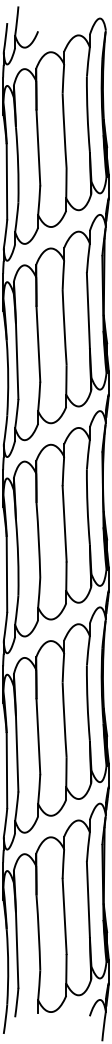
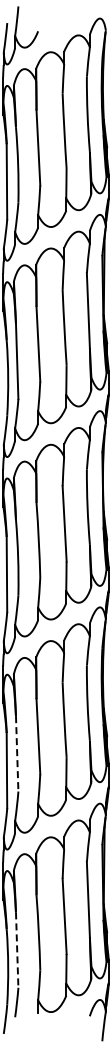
line at (17, 753): solid -> dashed
line at (17, 950): solid -> dashed
